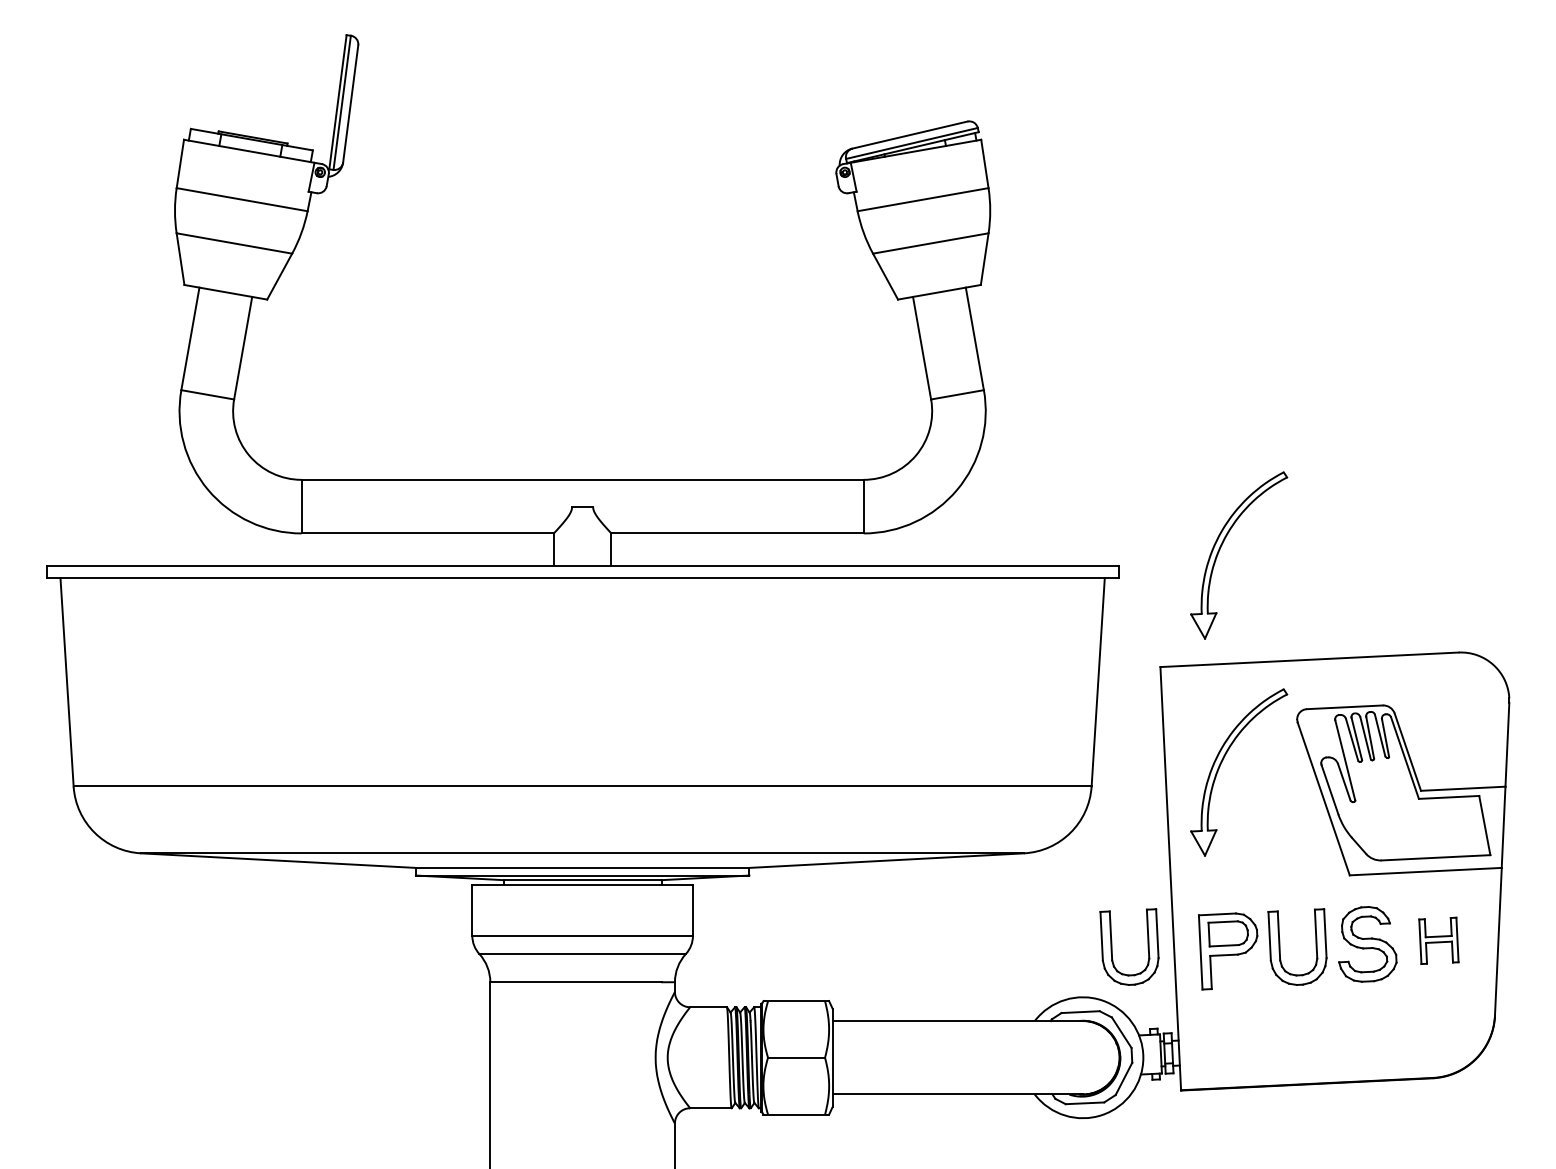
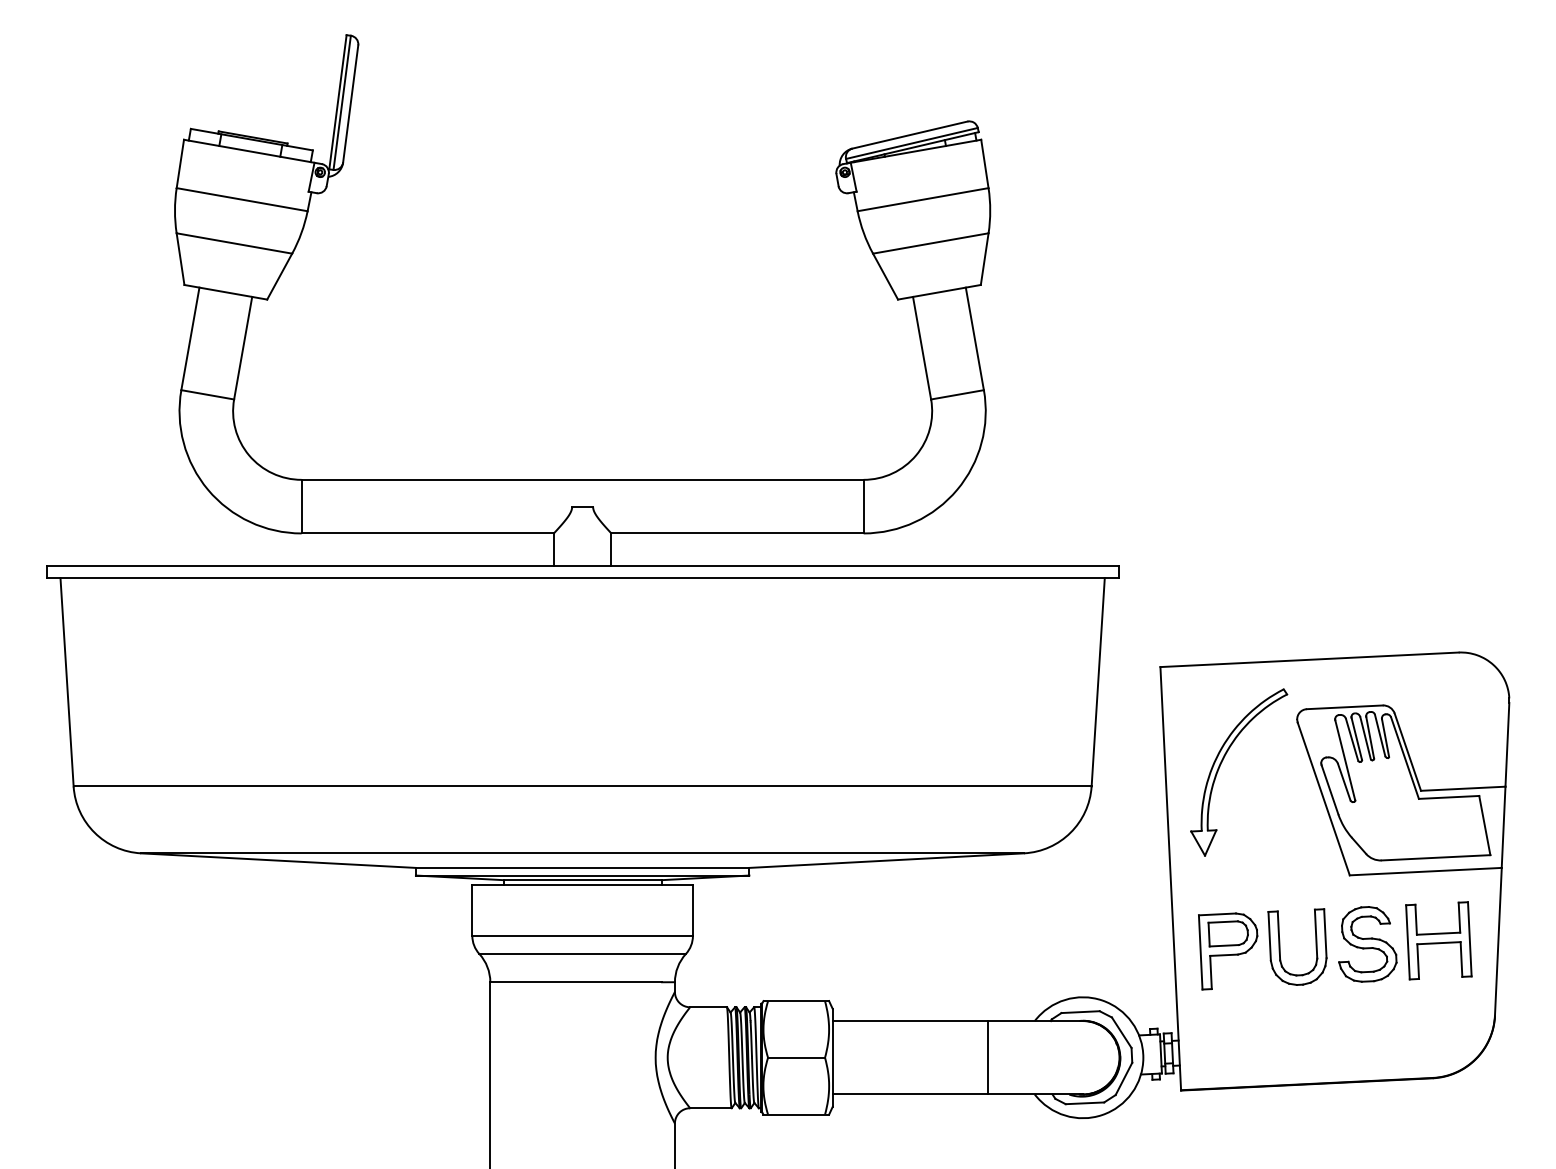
part at (1221, 547): present -> none
part at (1438, 940) size: 42x49 px -> 68x80 px
part at (1112, 946): present -> none
line at (987, 1057): none -> present
